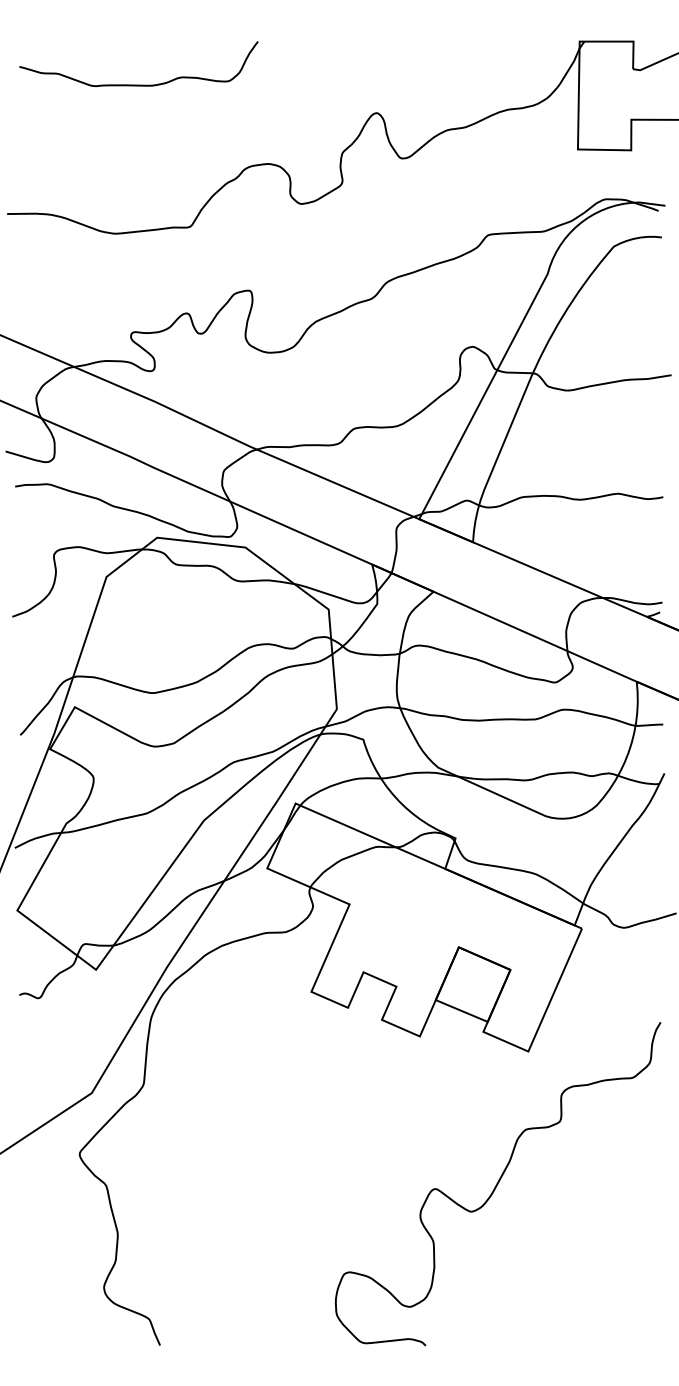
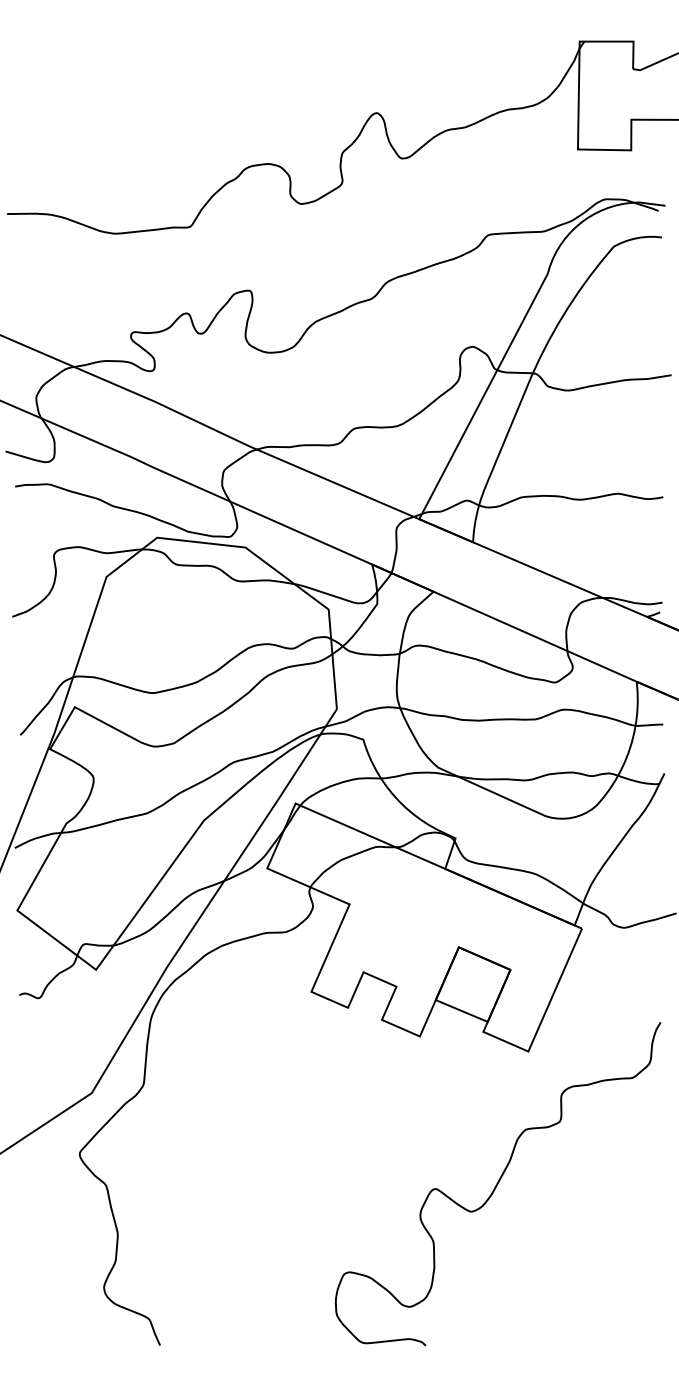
curve at (138, 84): present -> none
